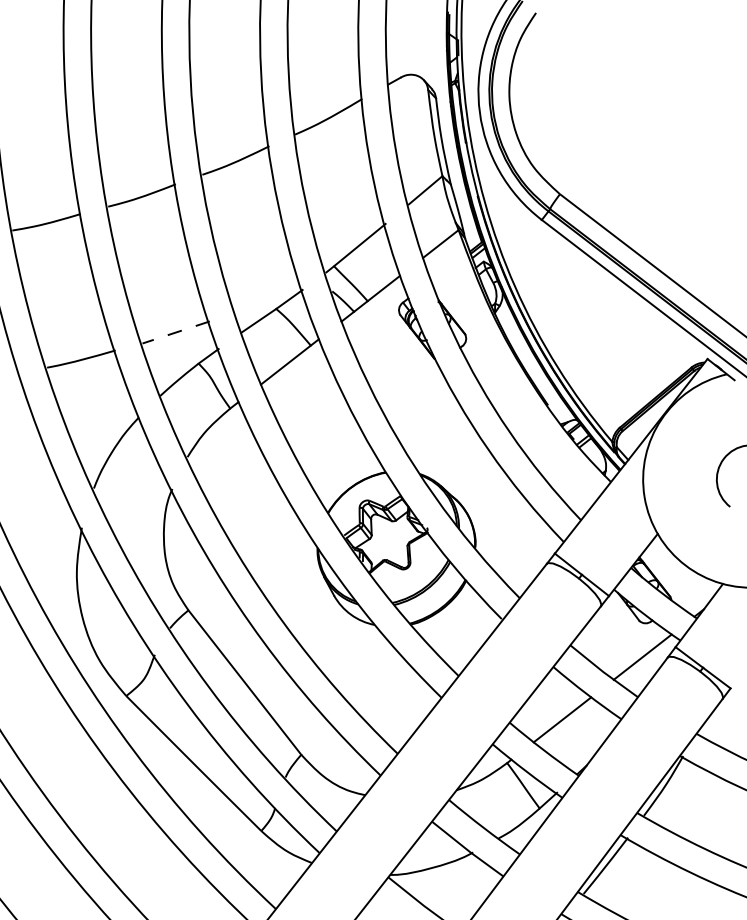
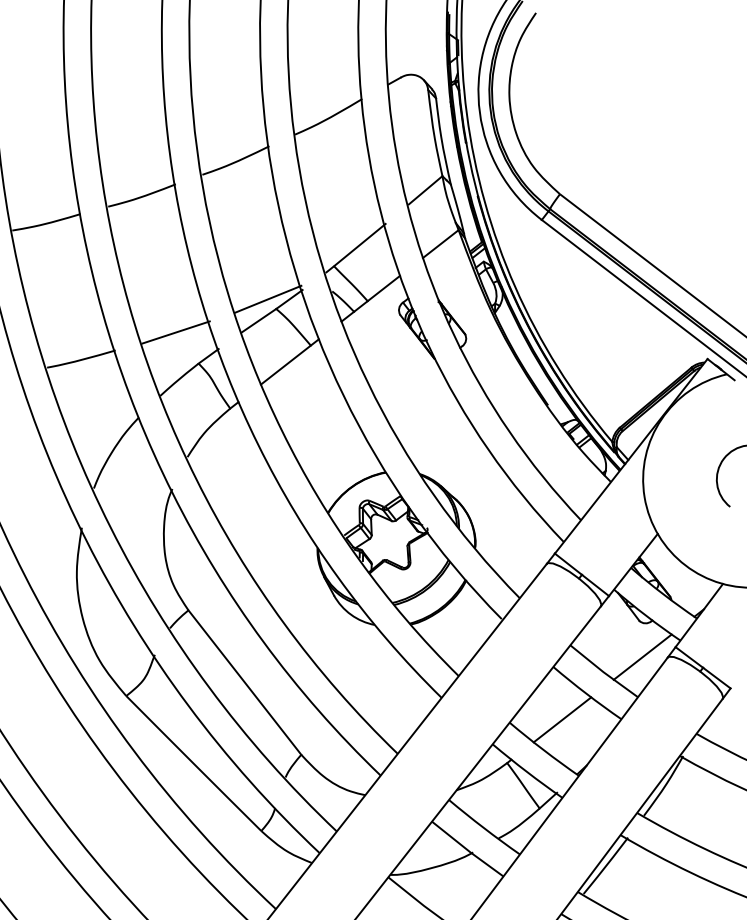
line at (267, 298): none -> present
line at (175, 332): dashed -> solid
